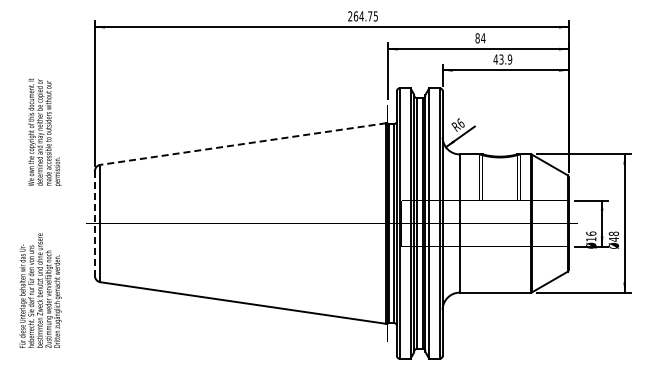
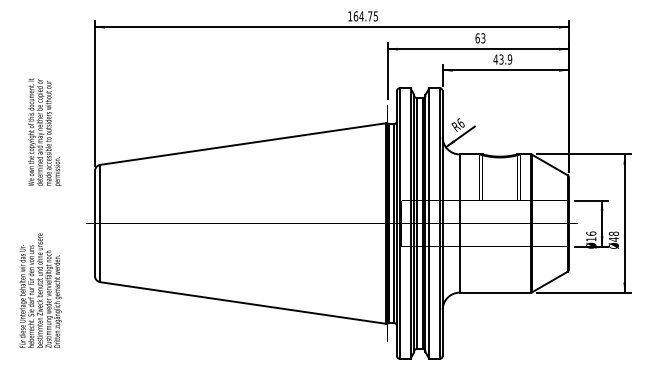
text at (350, 16): 264.75 -> 164.75
text at (480, 38): 84 -> 63
line at (242, 144): dashed -> solid
line at (94, 224): dashed -> solid
